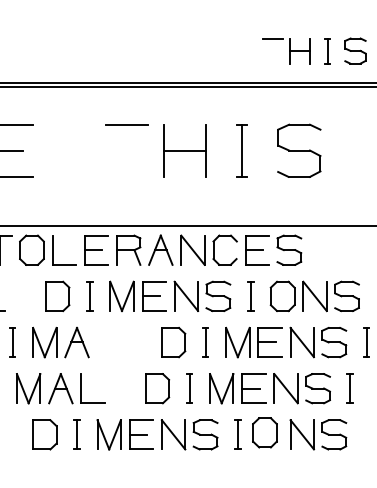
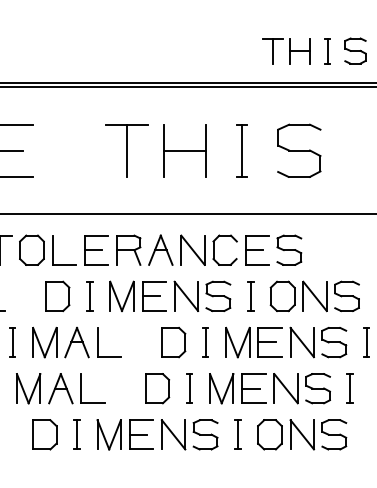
line at (272, 50): none -> present
line at (127, 150): none -> present
line at (187, 225) position: (187, 225) -> (187, 213)
part at (98, 342): none -> present
part at (264, 432) position: (264, 432) -> (269, 434)
